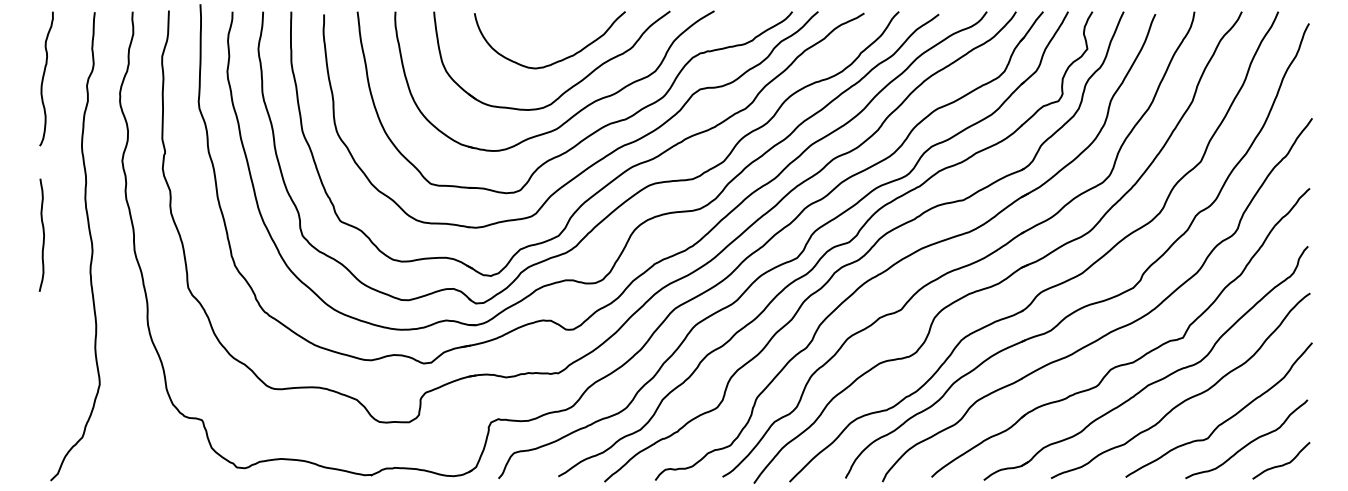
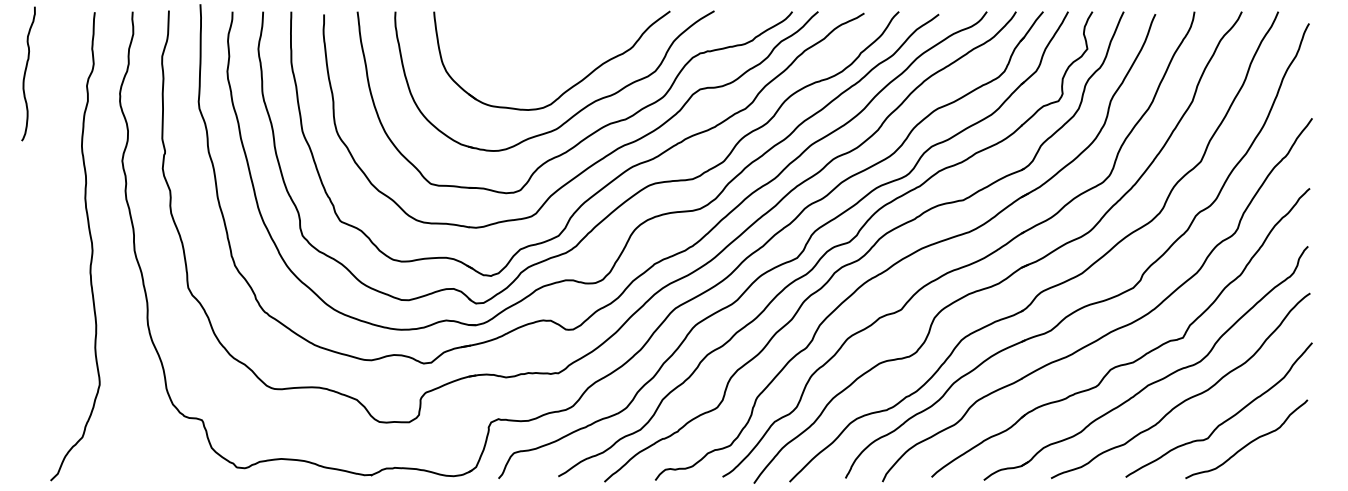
curve at (555, 61): present -> none
curve at (44, 76) position: (44, 76) -> (26, 71)
curve at (43, 234): present -> none
curve at (1281, 464): present -> none
